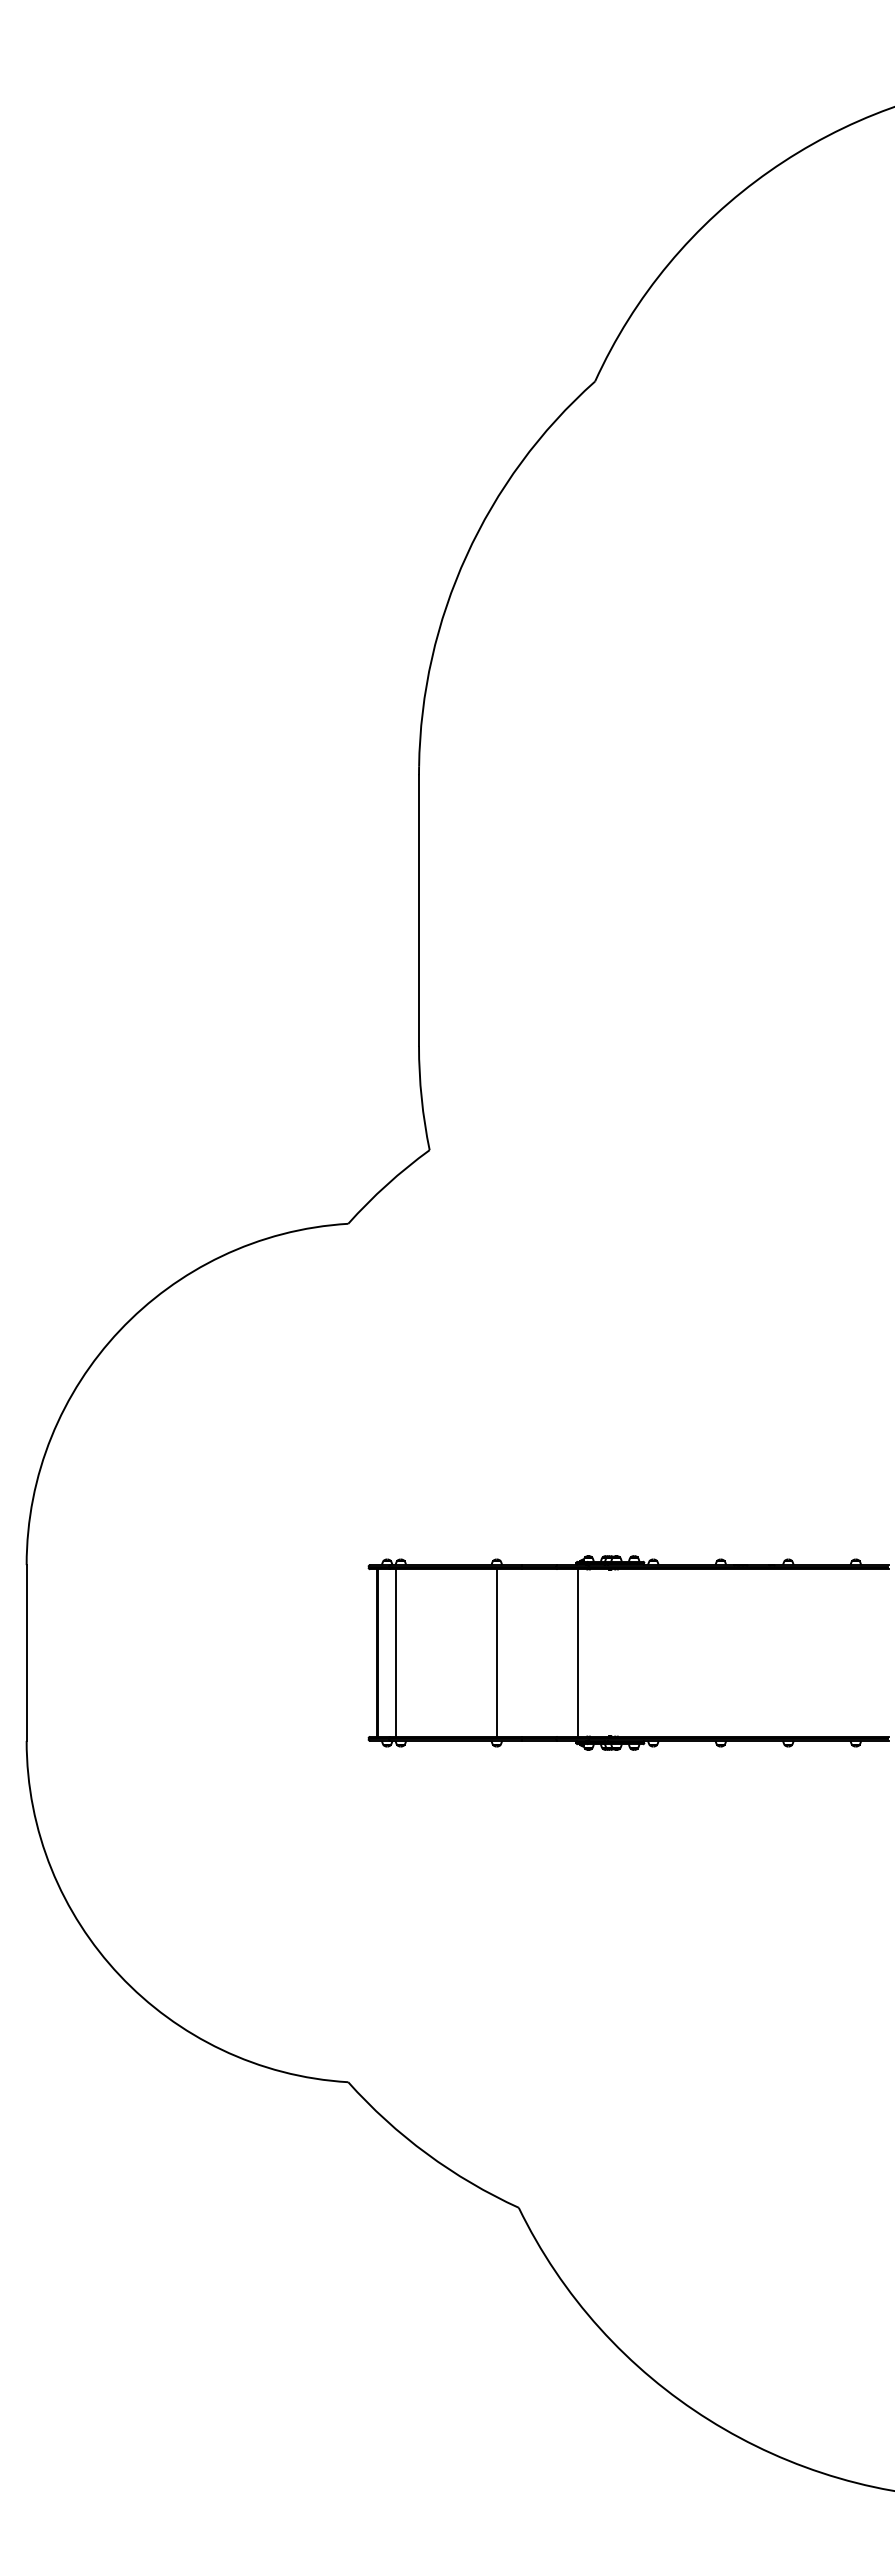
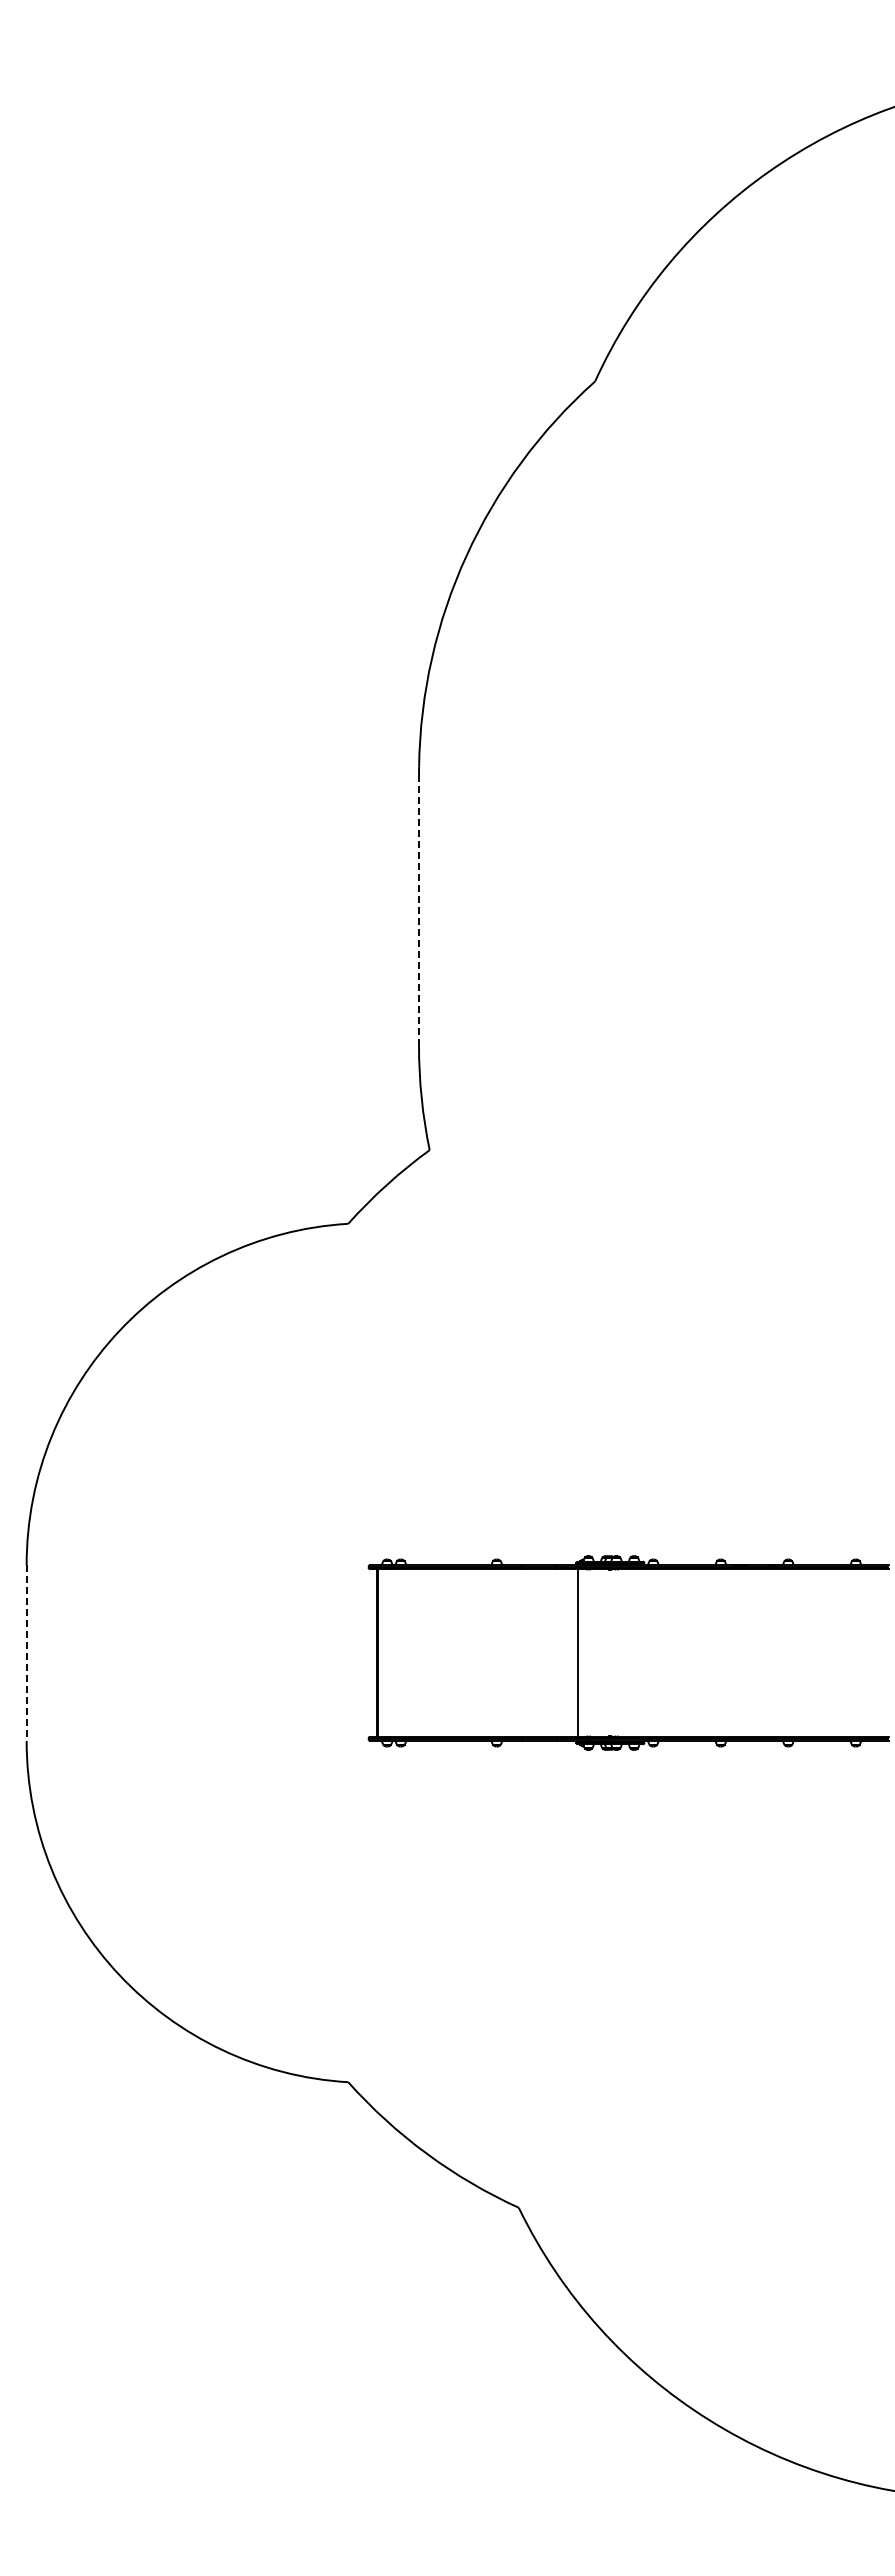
line at (419, 911): solid -> dashed
line at (396, 1652): present -> none
line at (496, 1652): present -> none
line at (26, 1653): solid -> dashed
